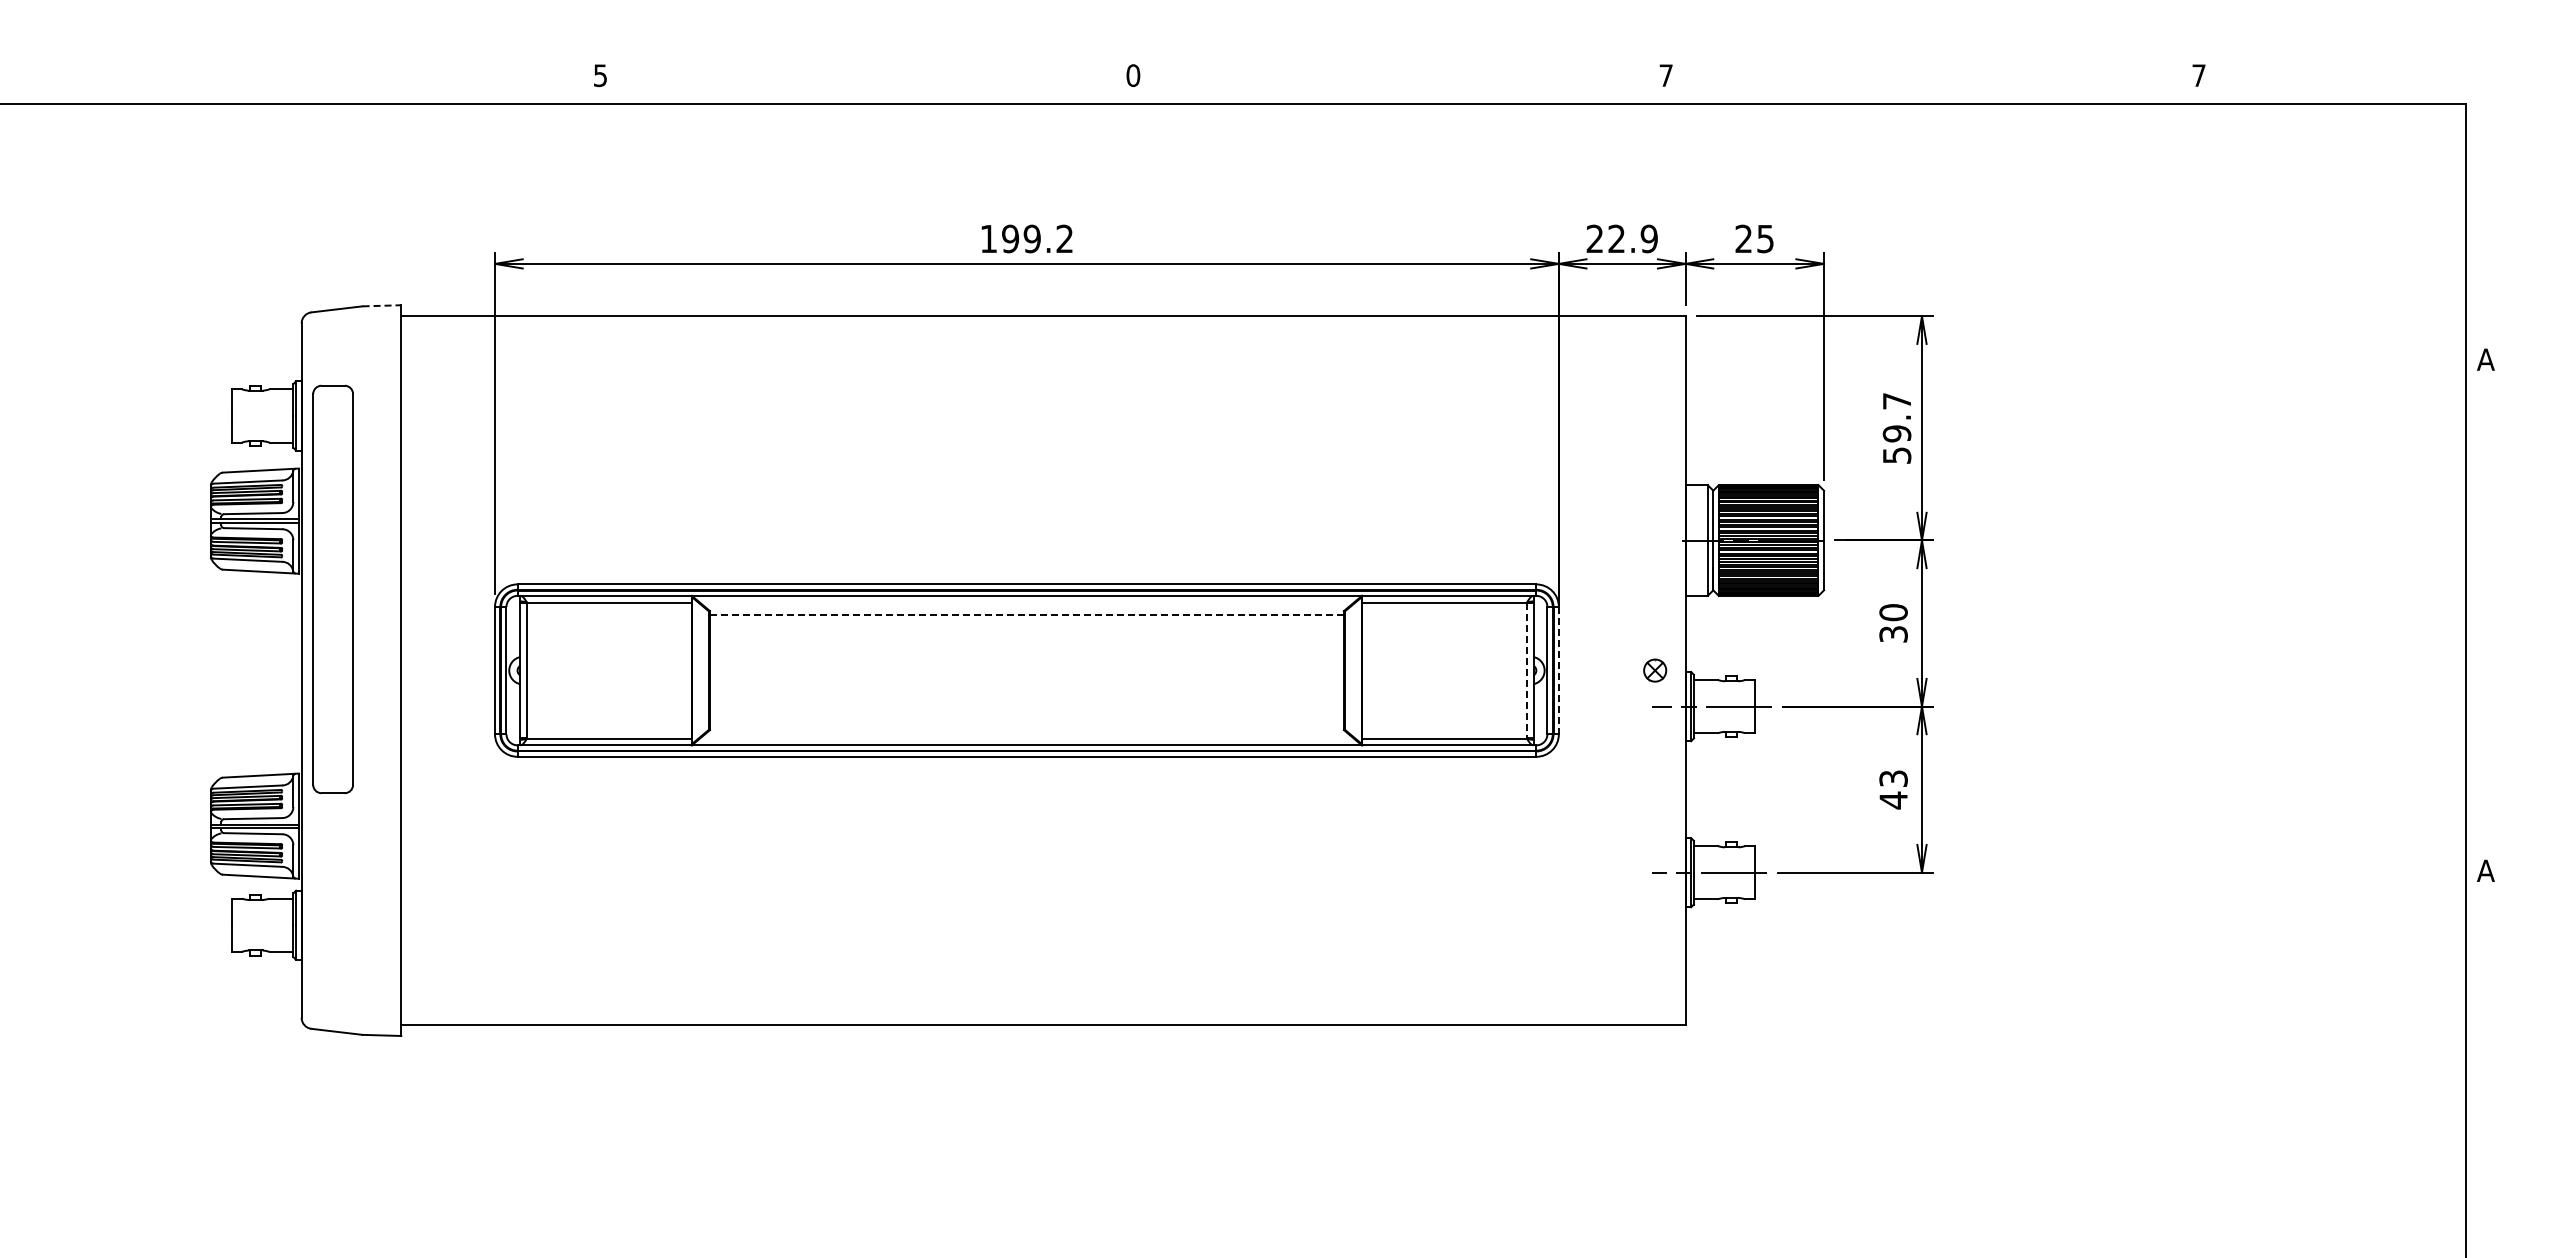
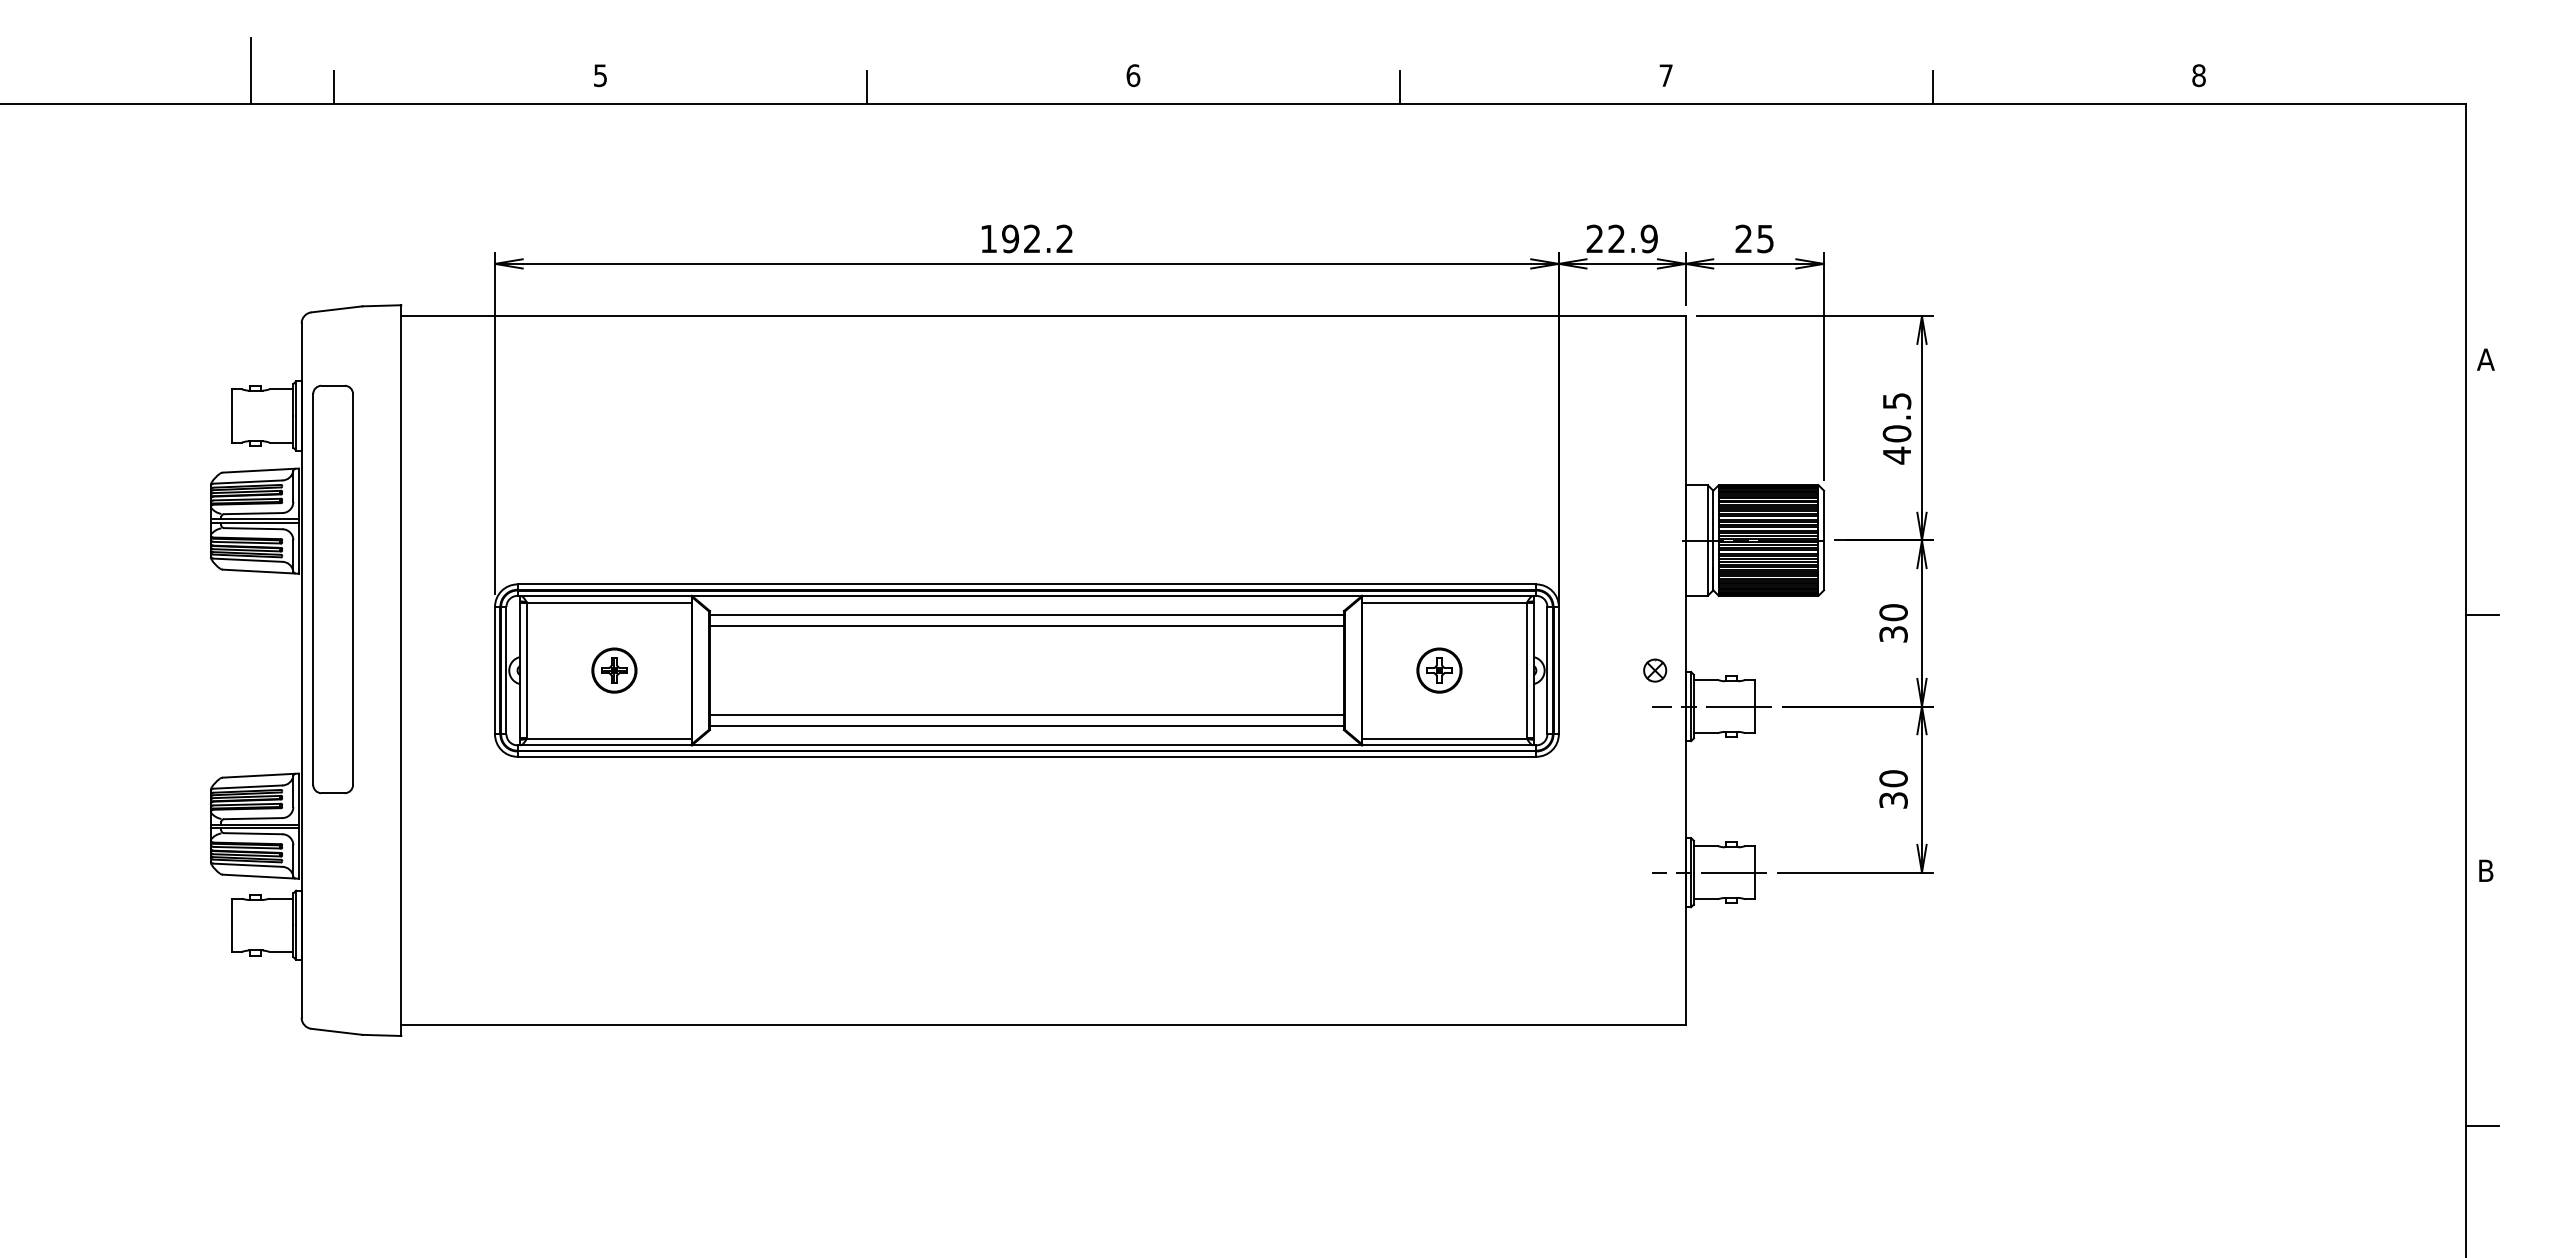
line at (251, 70): none -> present
text at (1133, 75): 0 -> 6
text at (2198, 75): 7 -> 8
line at (334, 87): none -> present
line at (867, 87): none -> present
line at (1399, 87): none -> present
line at (1932, 87): none -> present
text at (1031, 238): 199.2 -> 192.2
line at (382, 305): dashed -> solid
text at (1897, 428): 59.7 -> 40.5
line at (1026, 615): dashed -> solid
line at (2481, 615): none -> present
line at (1026, 626): none -> present
part at (614, 670): none -> present
part at (1439, 670): none -> present
line at (1558, 670): dashed -> solid
line at (1526, 671): dashed -> solid
line at (1026, 714): none -> present
line at (1026, 725): none -> present
text at (1893, 789): 43 -> 30
text at (2485, 870): A -> B
line at (2481, 1126): none -> present
